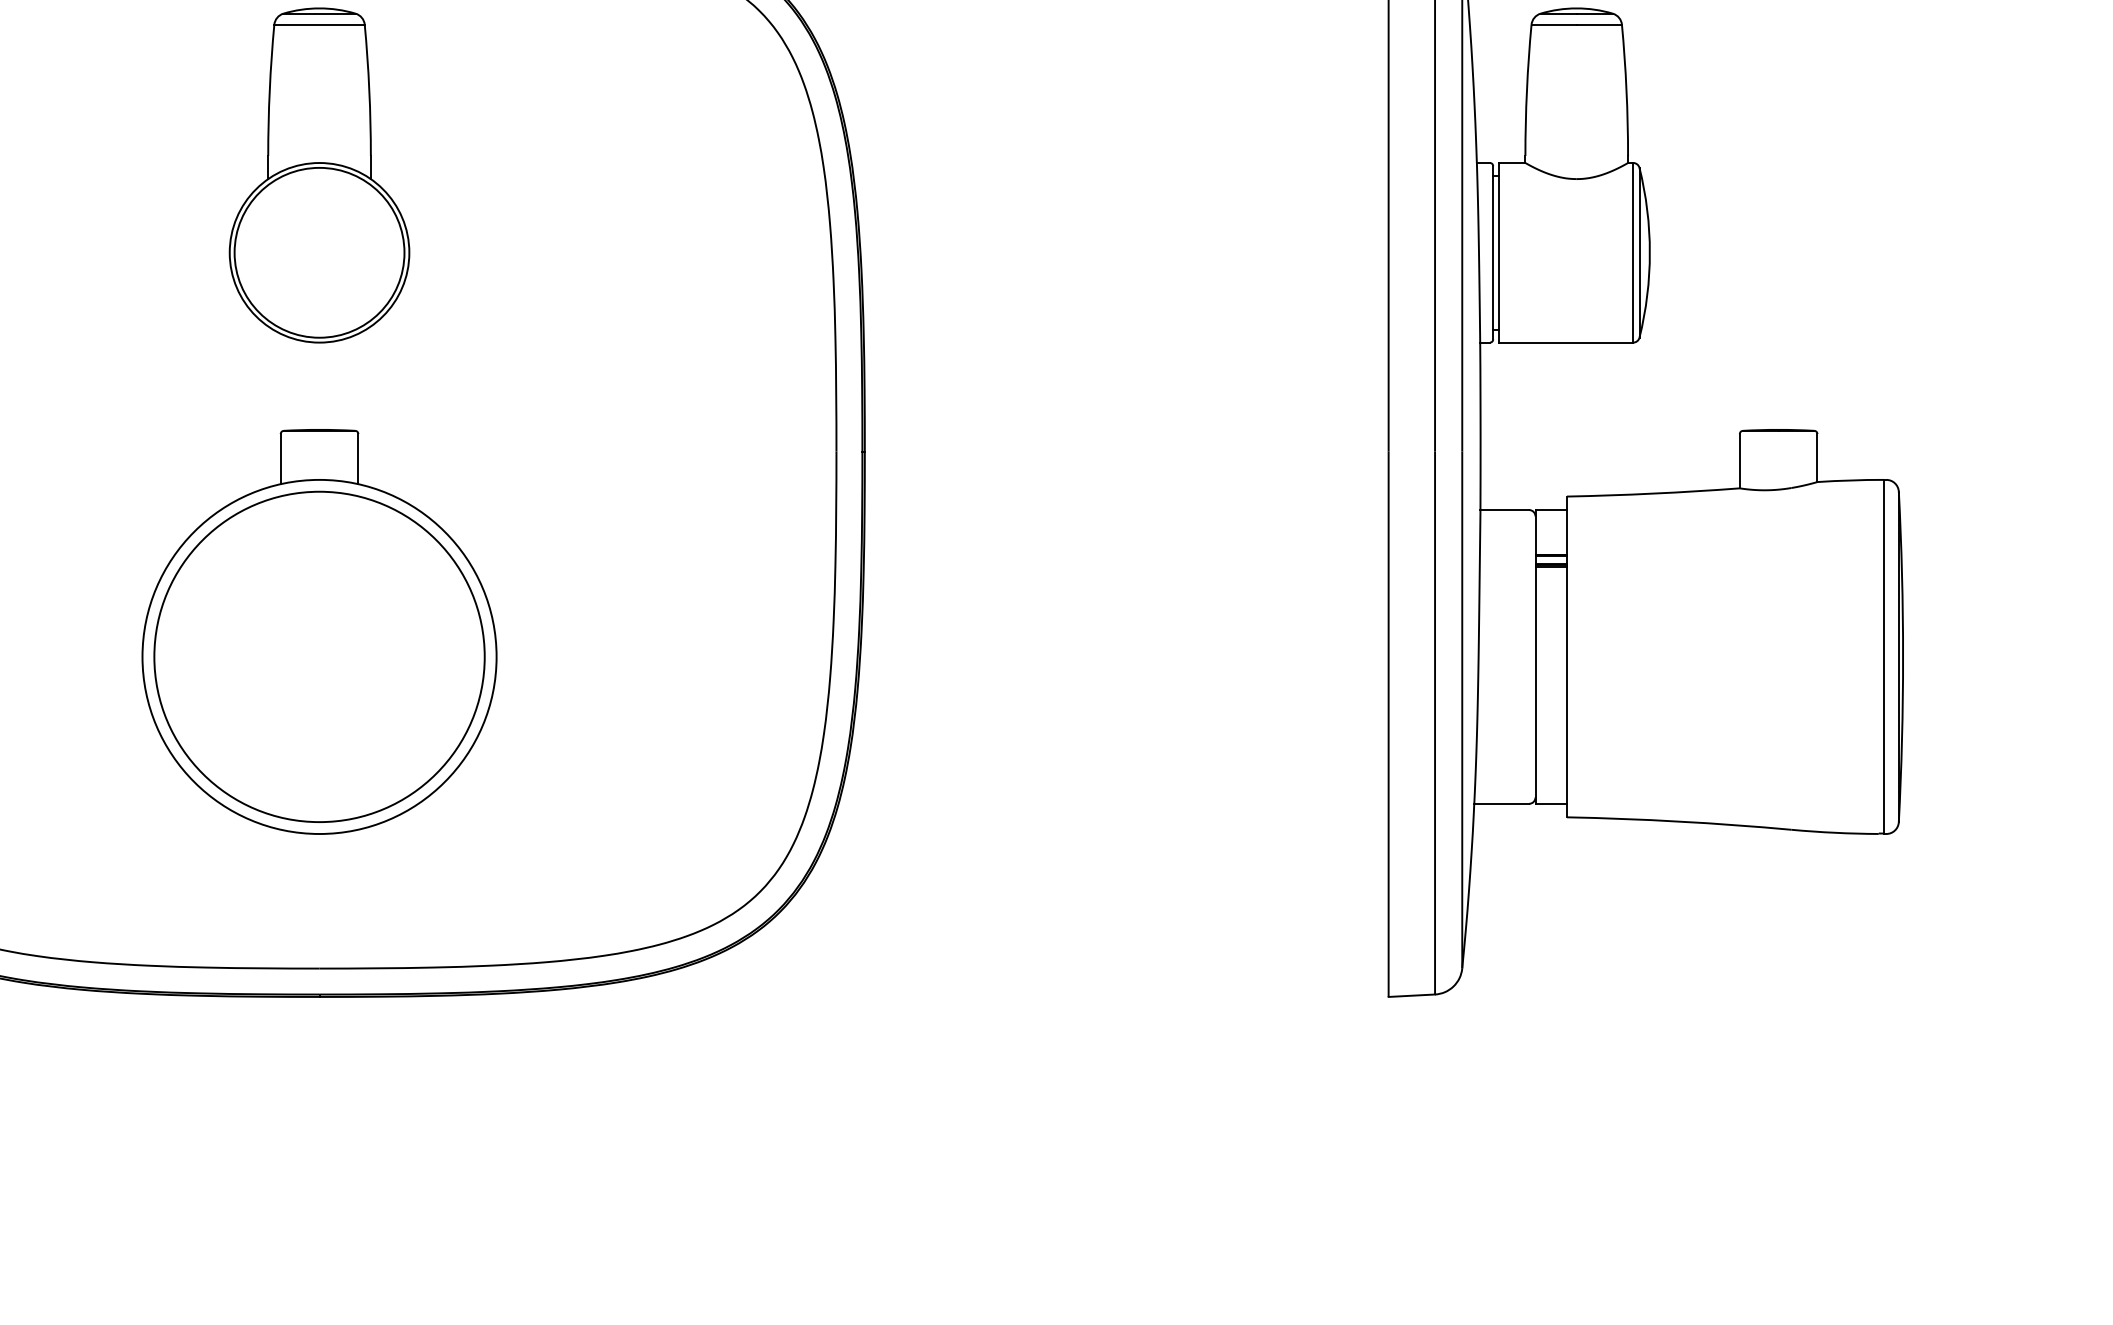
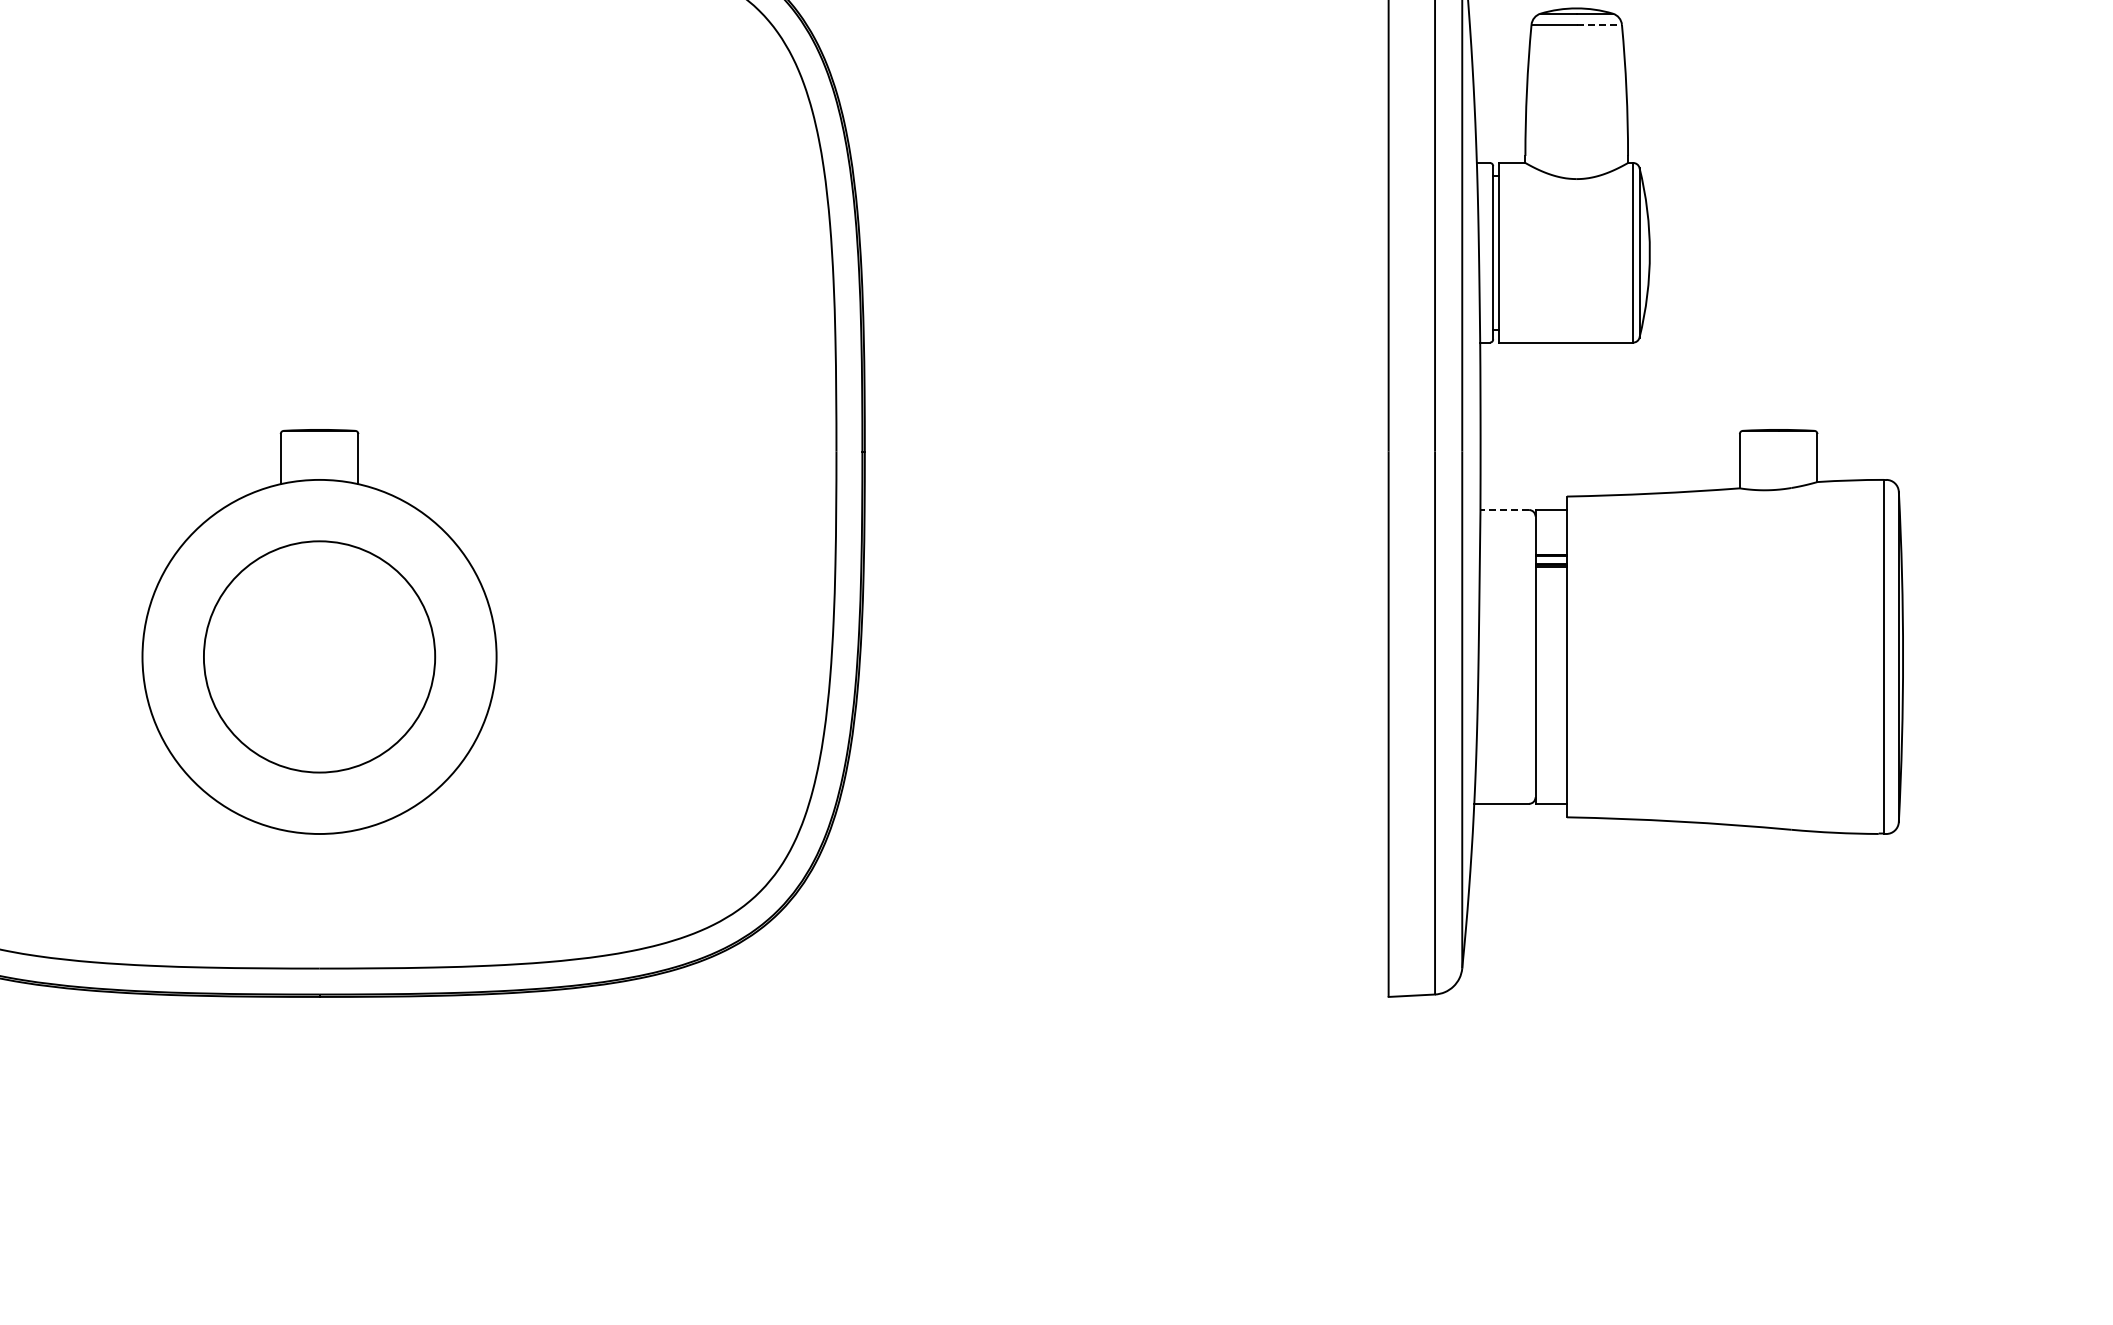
line at (1599, 24): solid -> dashed
part at (319, 175): present -> none
line at (1504, 510): solid -> dashed
circle at (319, 656) diameter: 330 px -> 231 px
